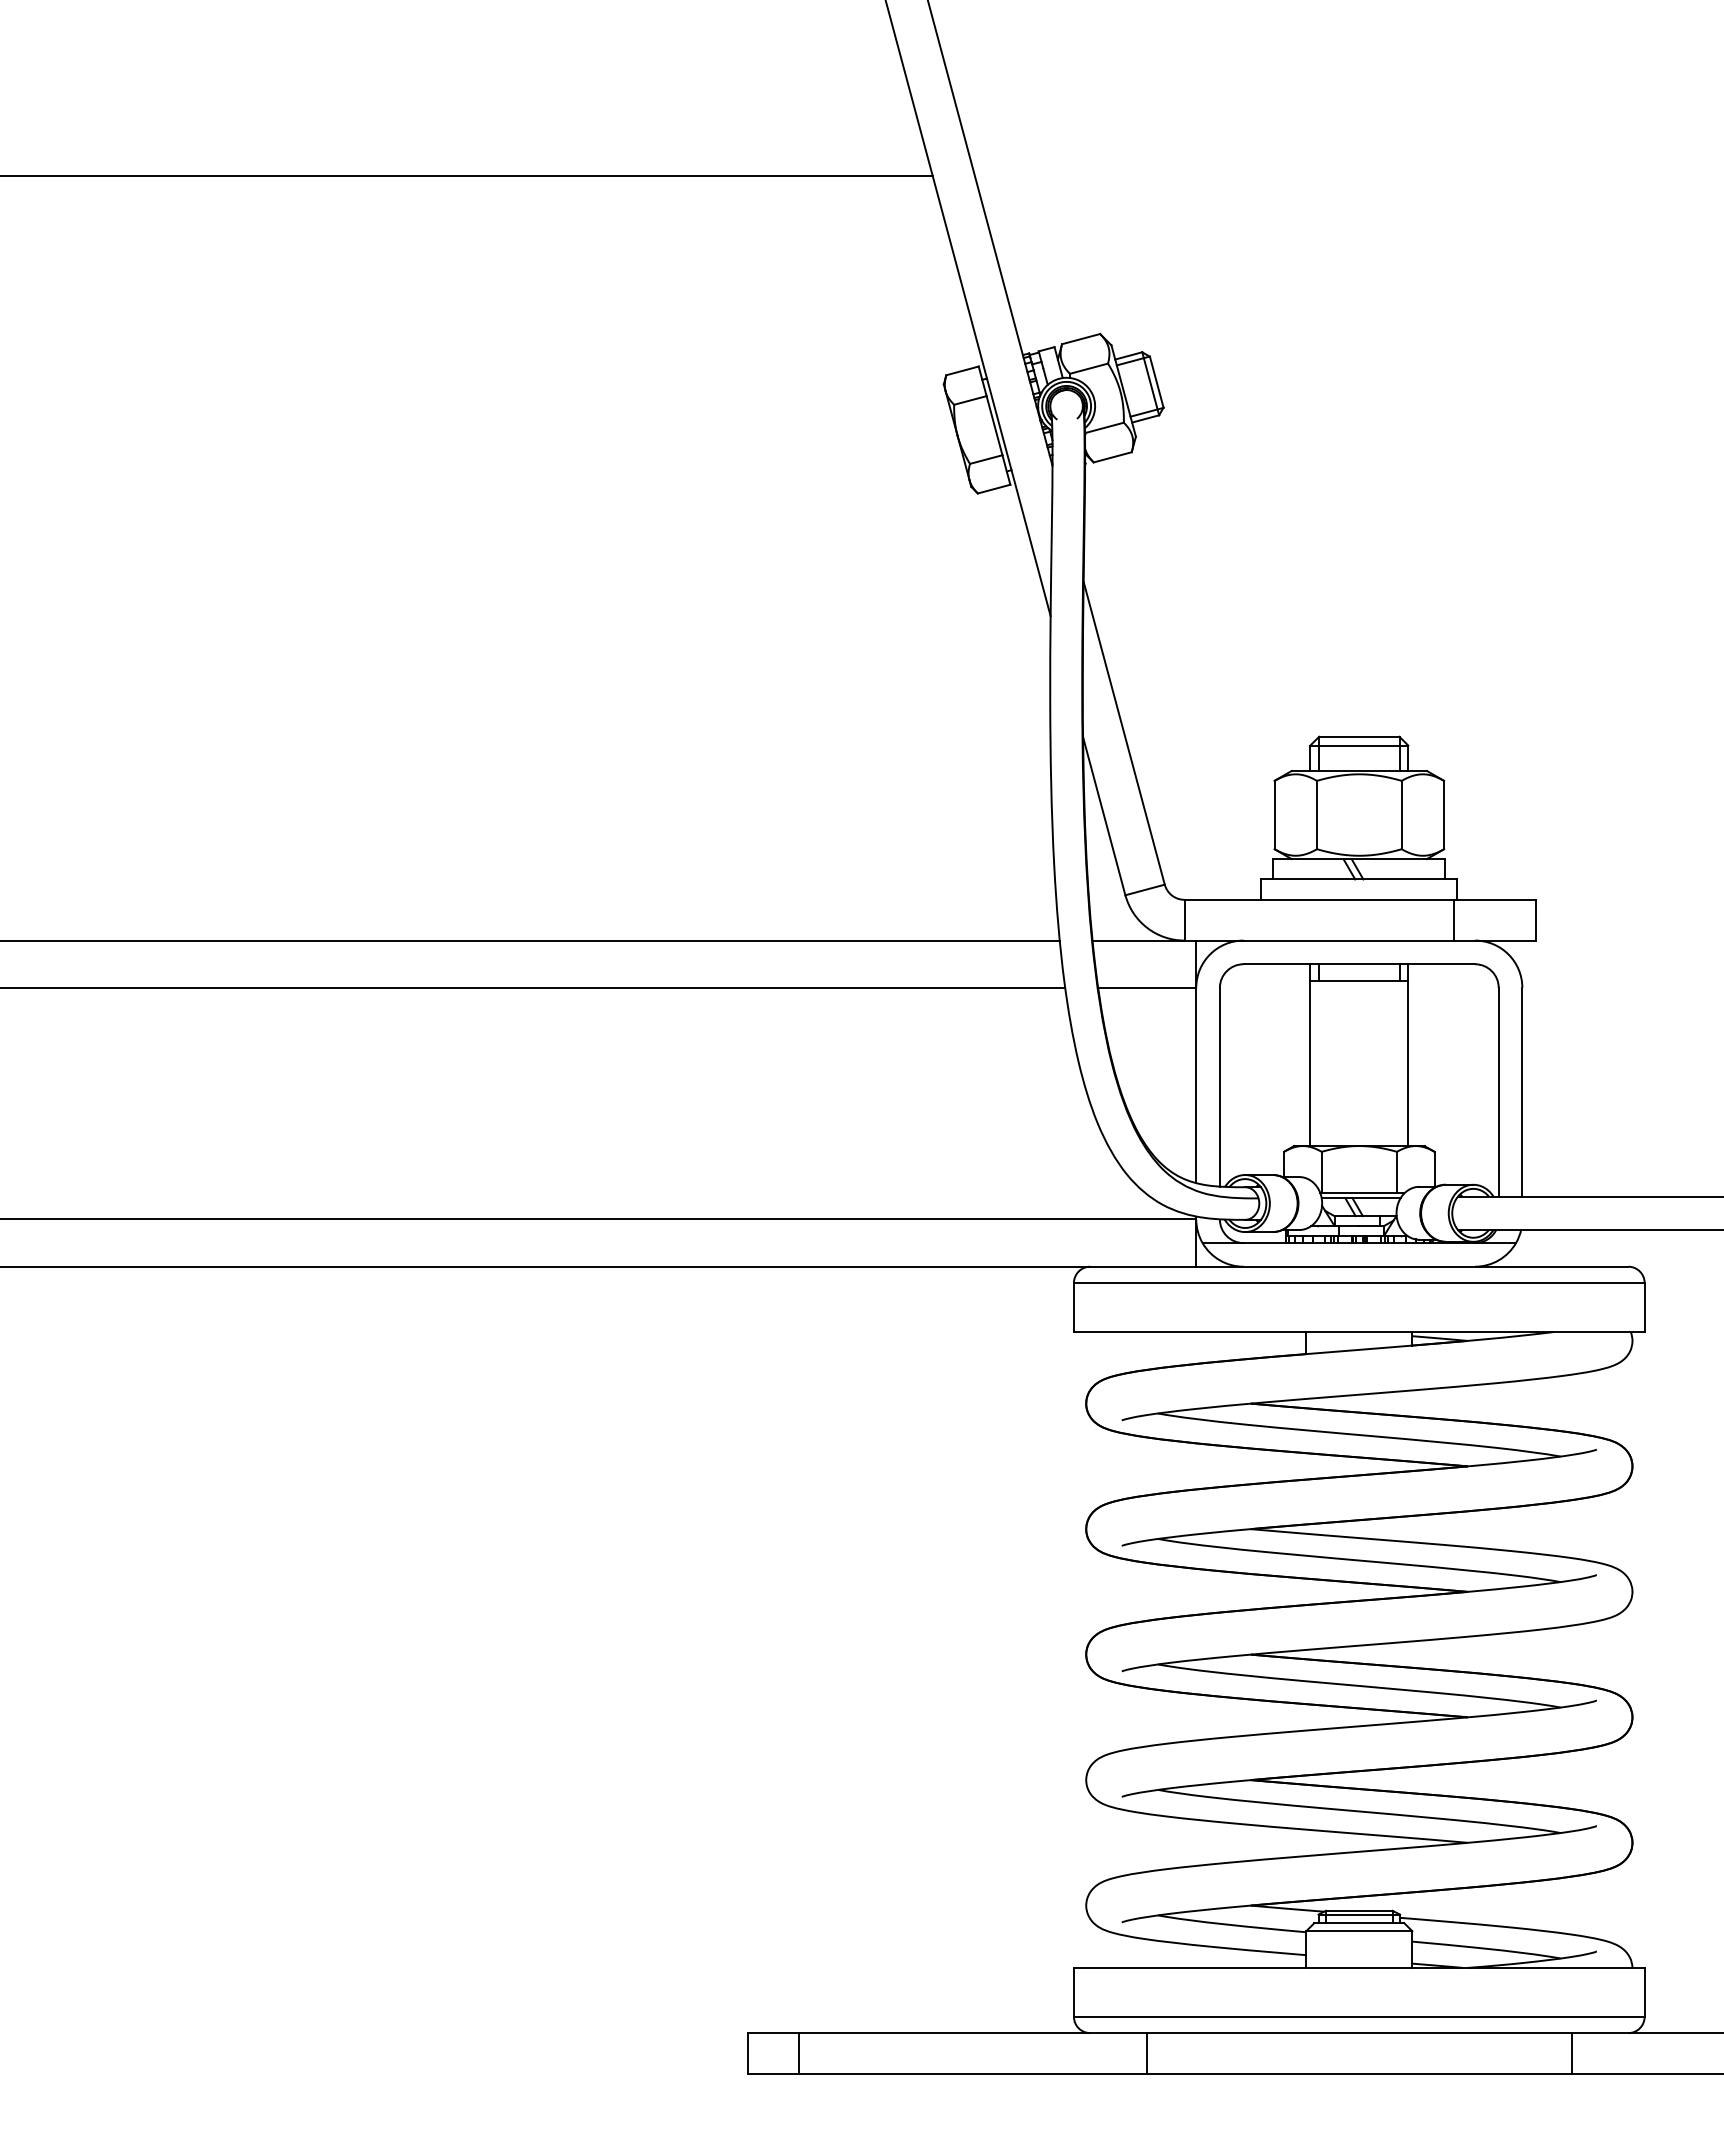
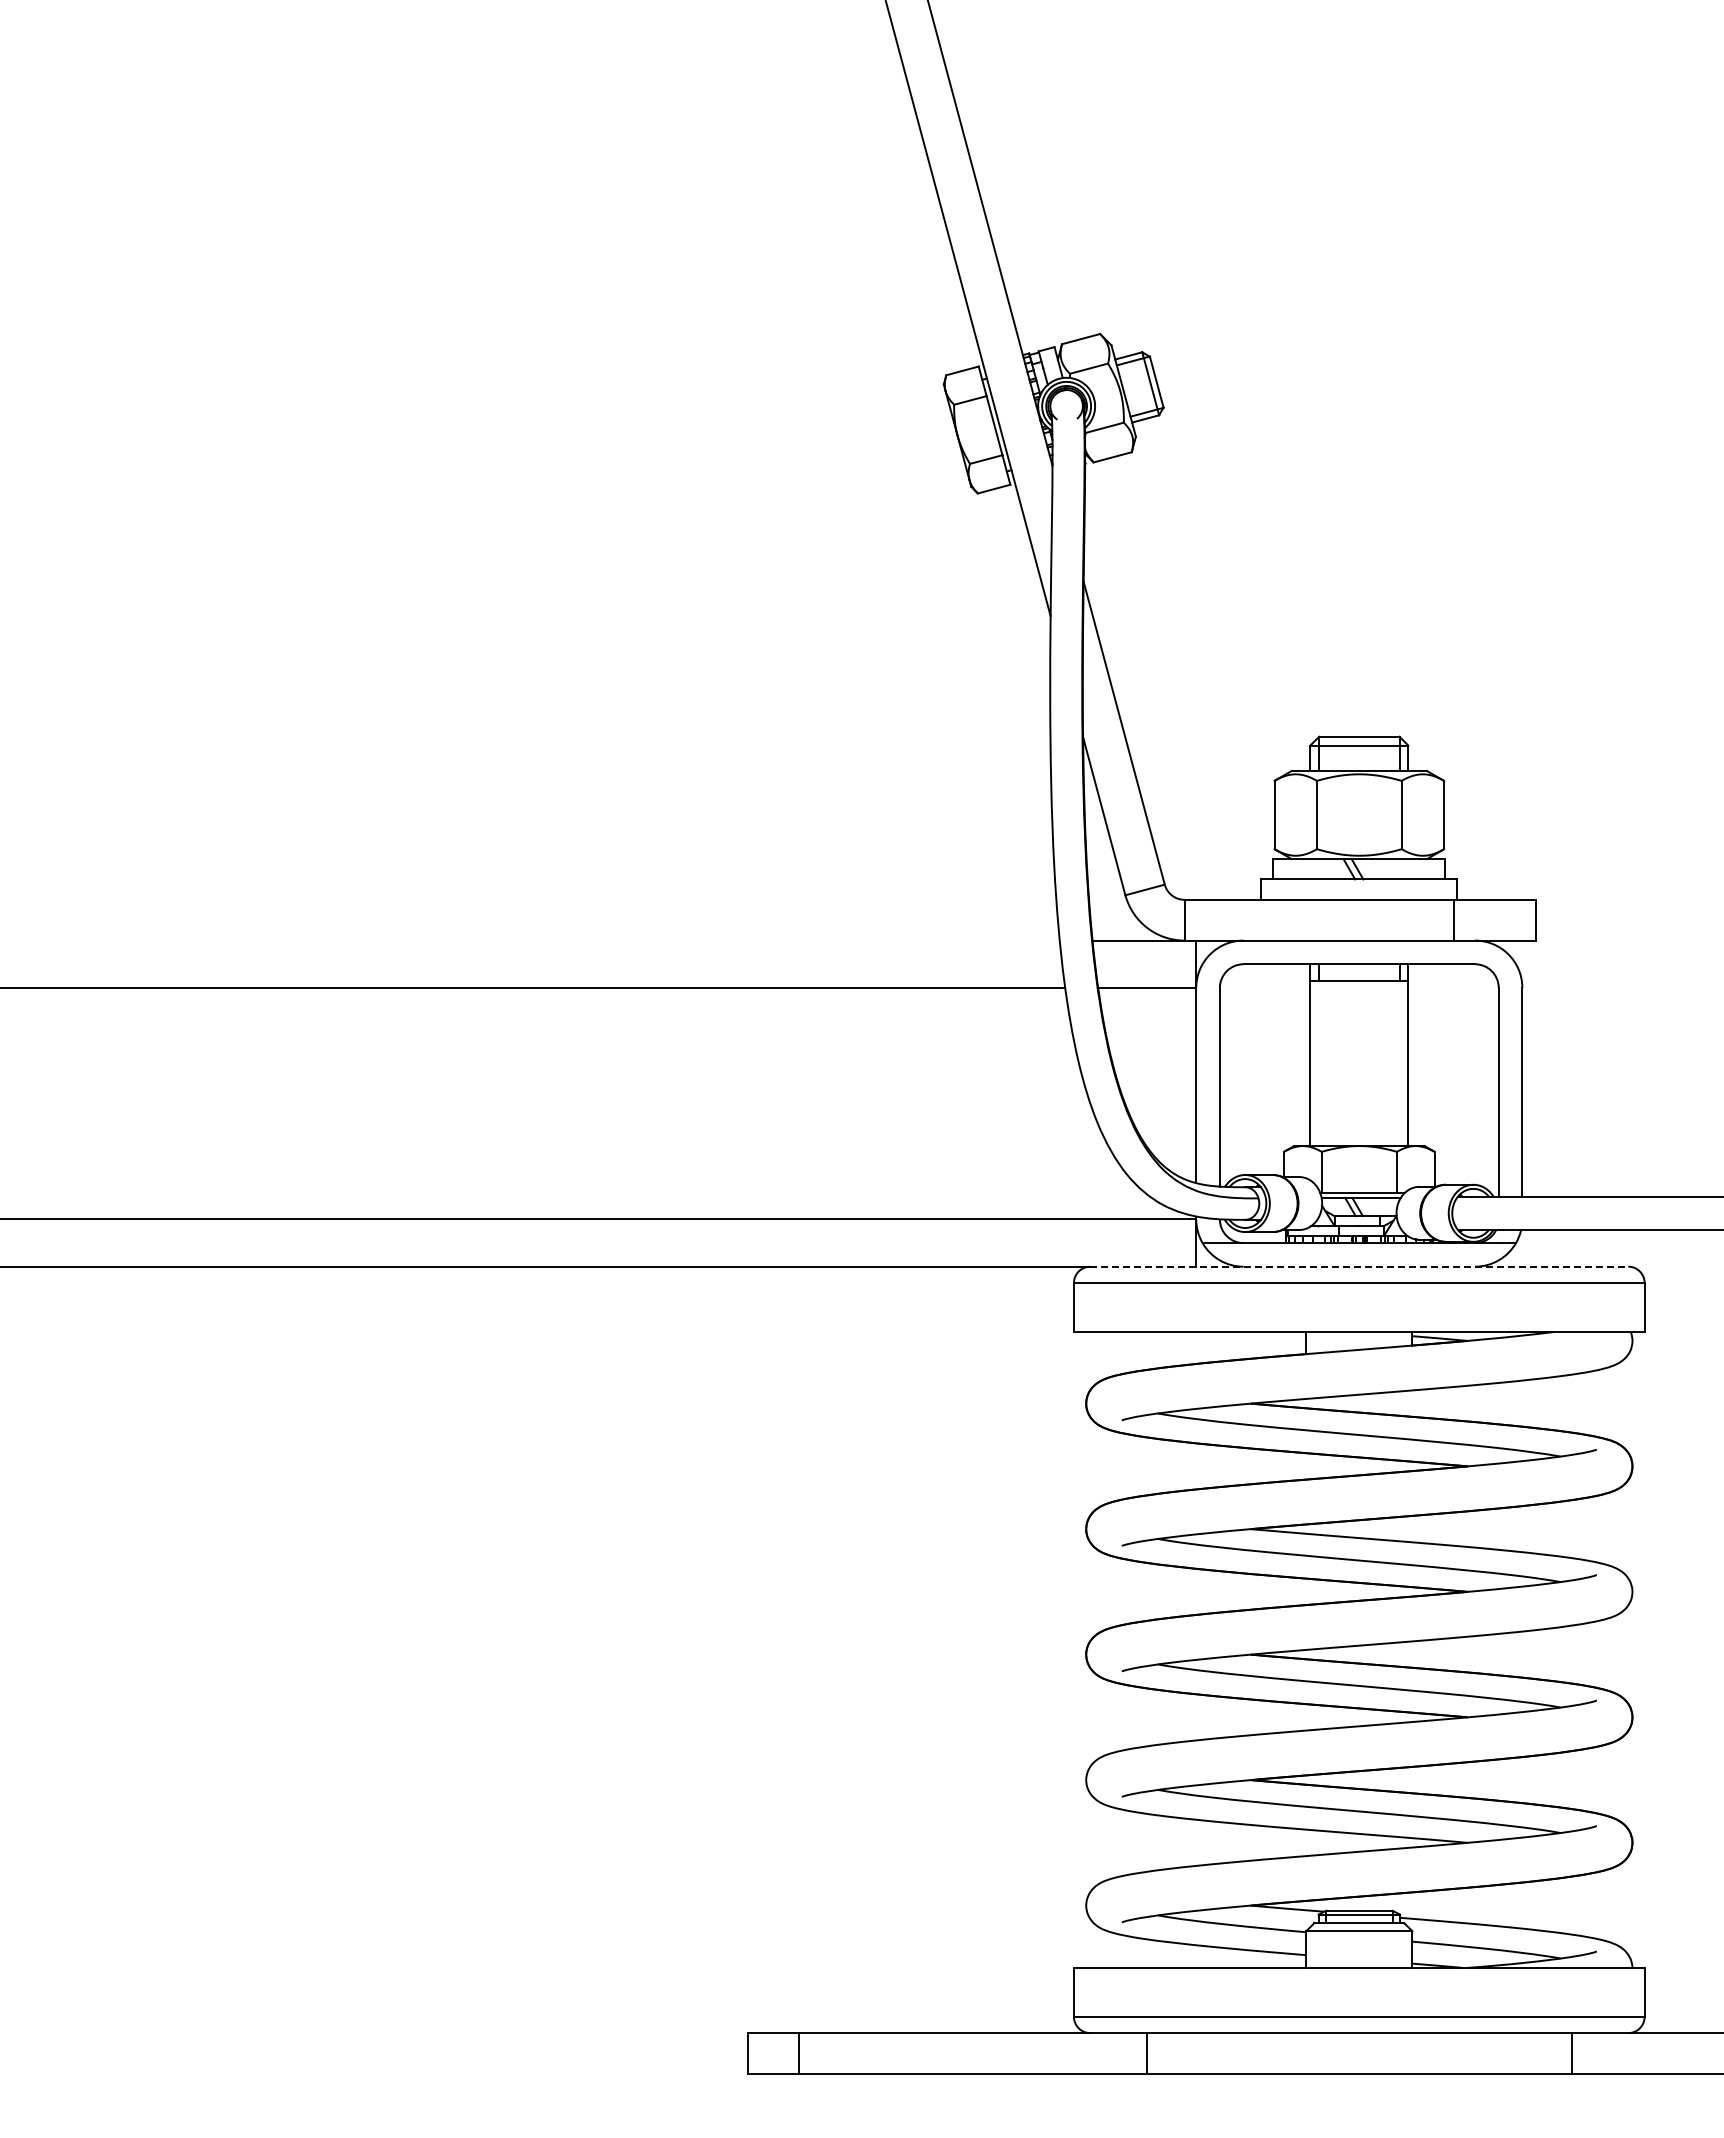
line at (467, 176): present -> none
line at (530, 940): present -> none
line at (1359, 1266): solid -> dashed
